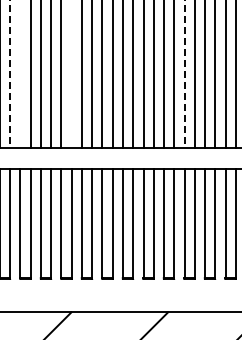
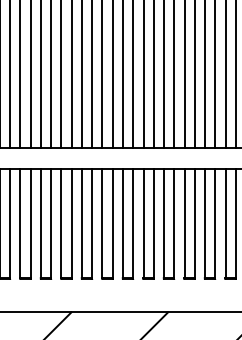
line at (10, 74): dashed -> solid
line at (184, 74): dashed -> solid
line at (20, 75): none -> present
line at (71, 75): none -> present
